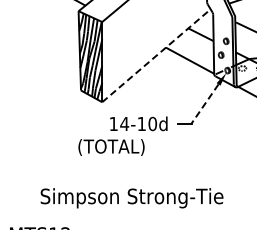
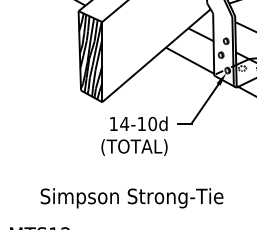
line at (156, 55): dashed -> solid
line at (205, 104): dashed -> solid
text at (111, 147) position: (111, 147) -> (134, 147)
